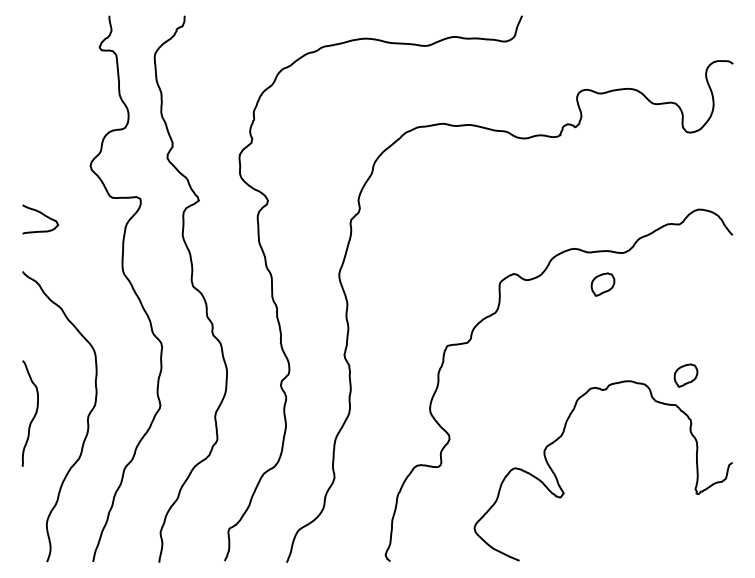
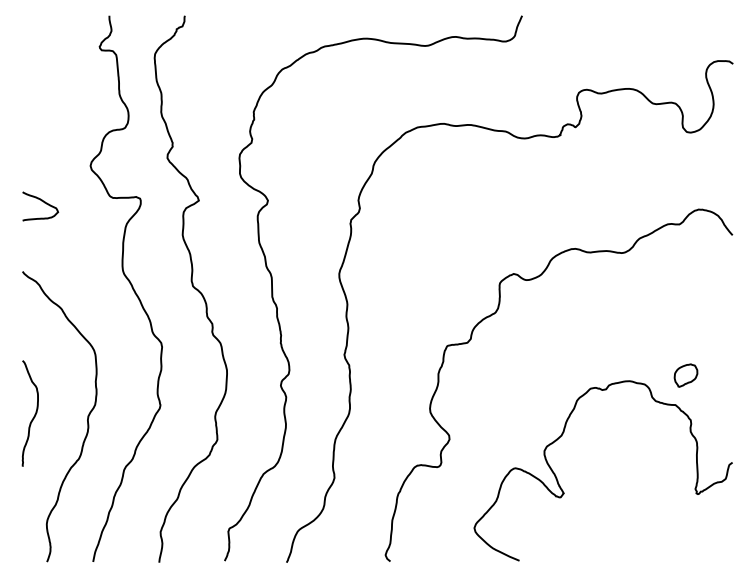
curve at (43, 215) position: (43, 215) -> (43, 202)
part at (602, 284): present -> none
